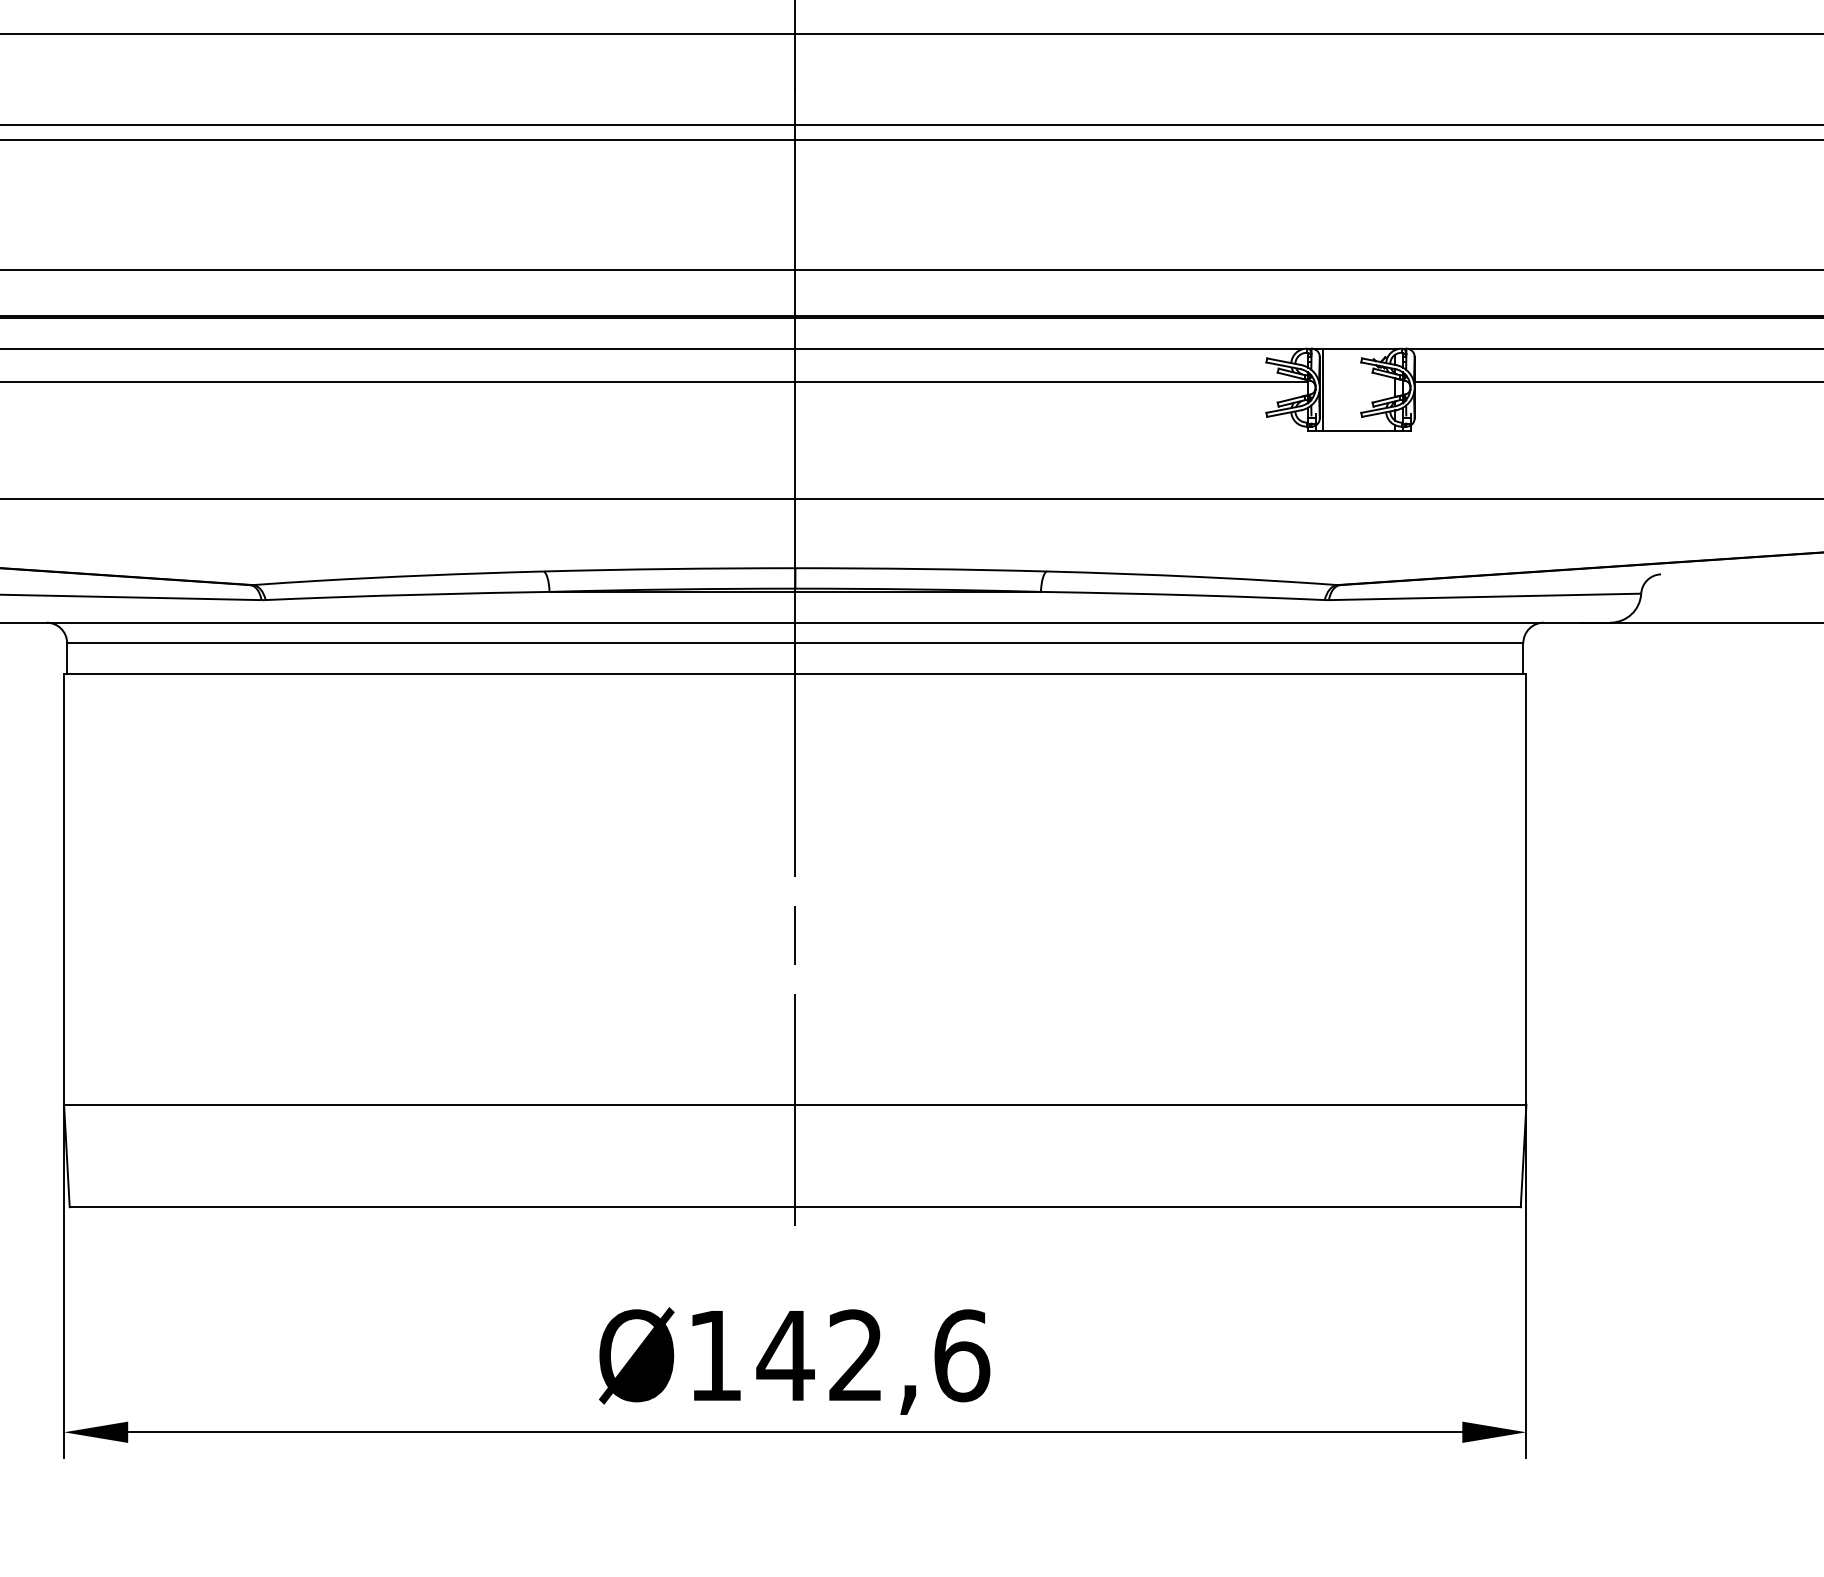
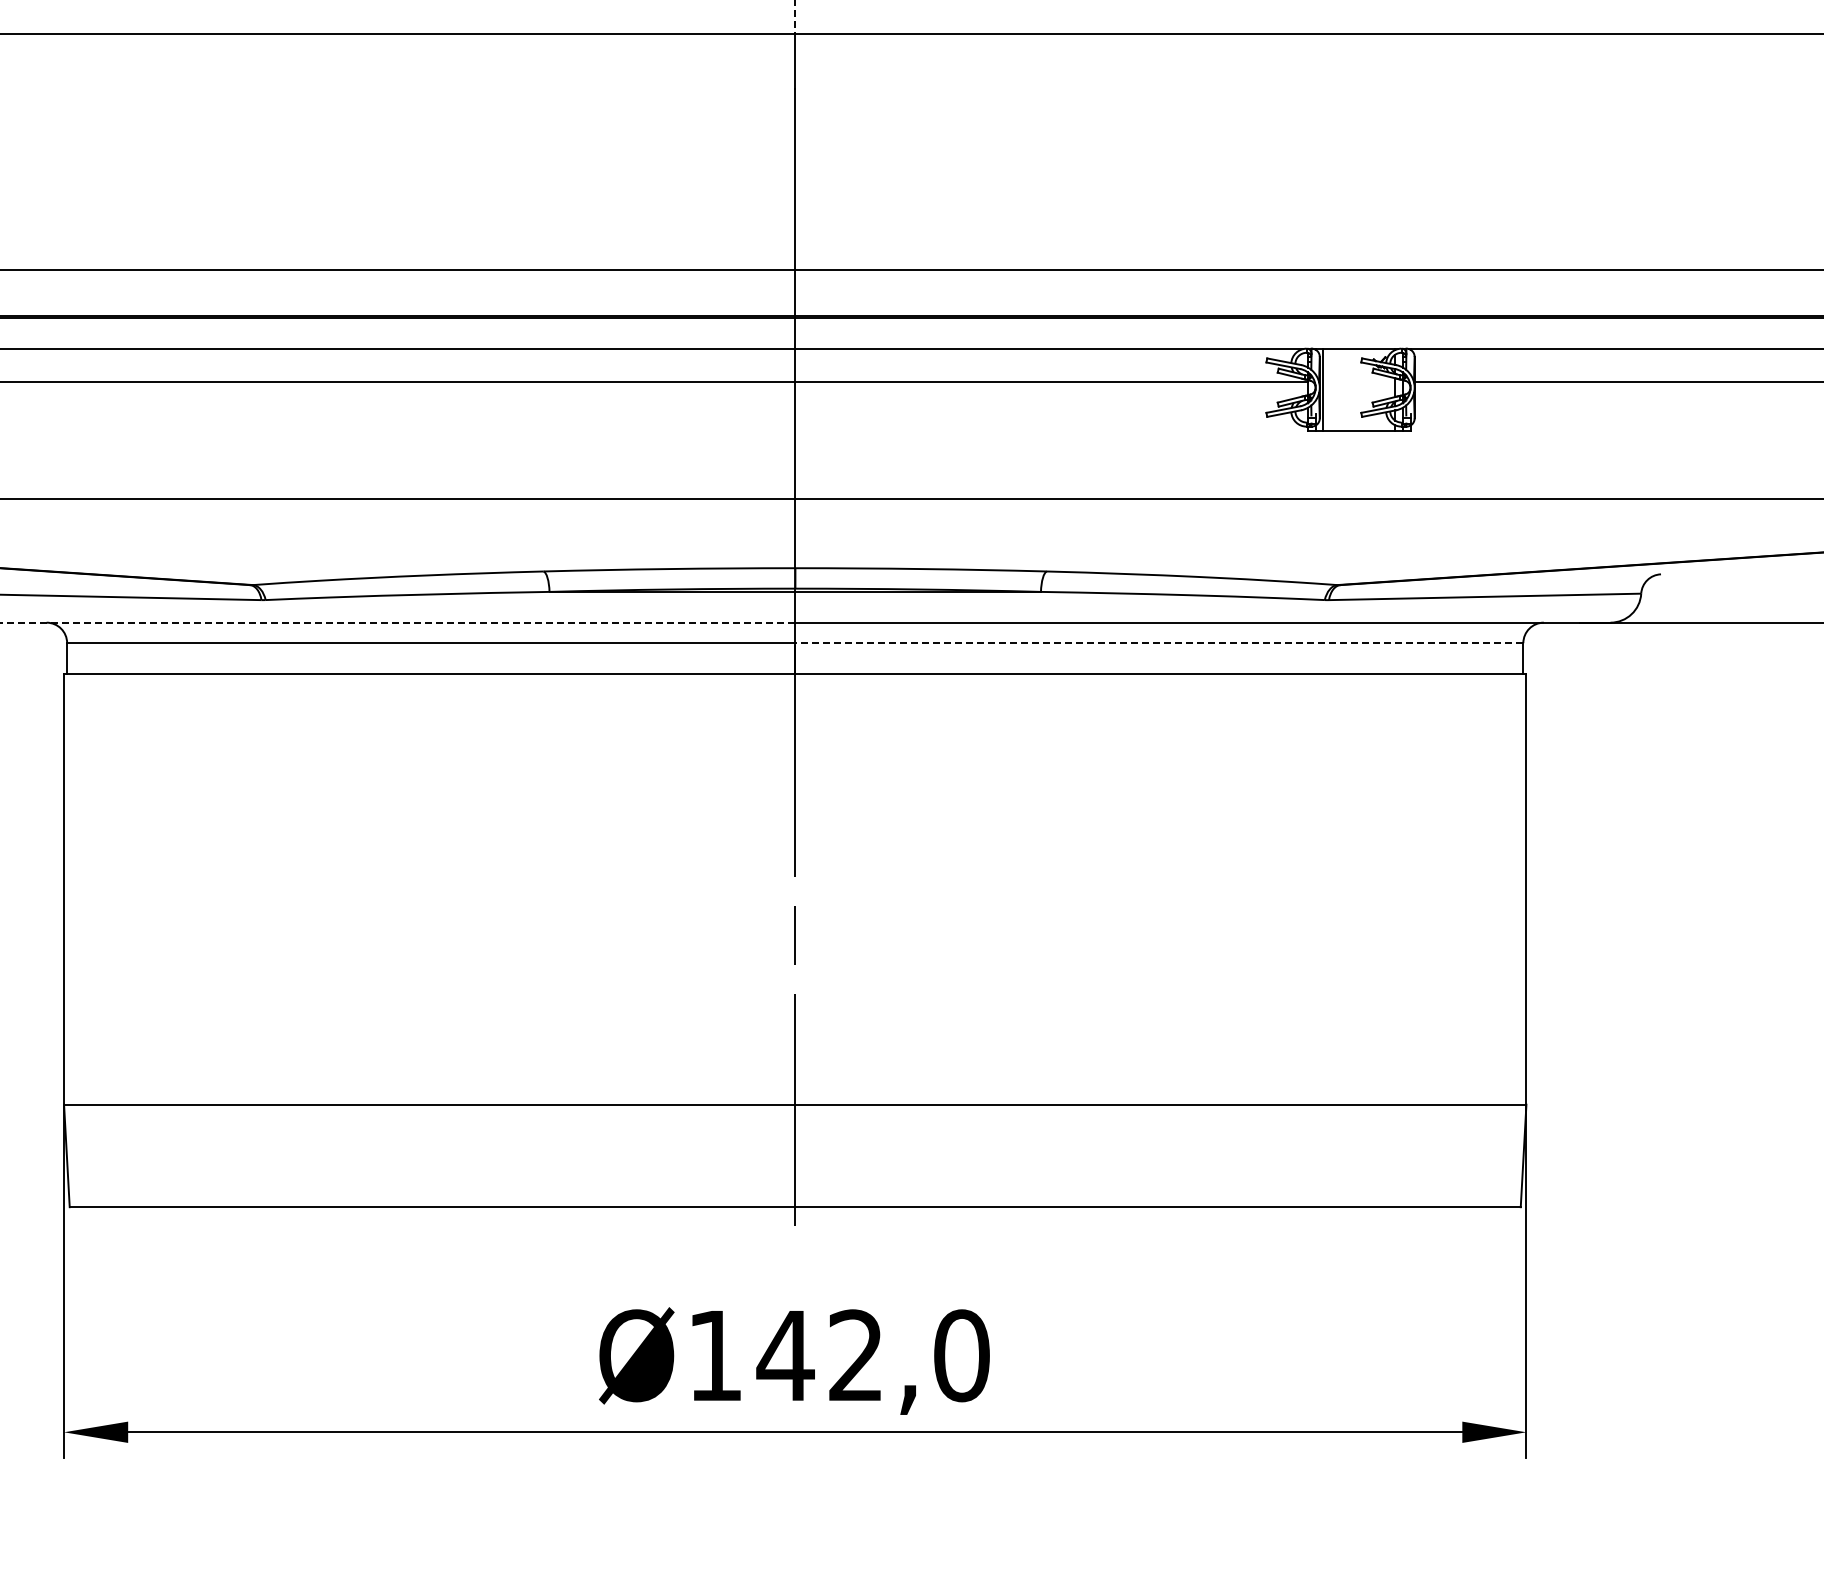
line at (795, 17): solid -> dashed
line at (911, 124): present -> none
line at (911, 140): present -> none
line at (397, 622): solid -> dashed
line at (1158, 643): solid -> dashed
text at (962, 1355): Ø142,6 -> Ø142,0
